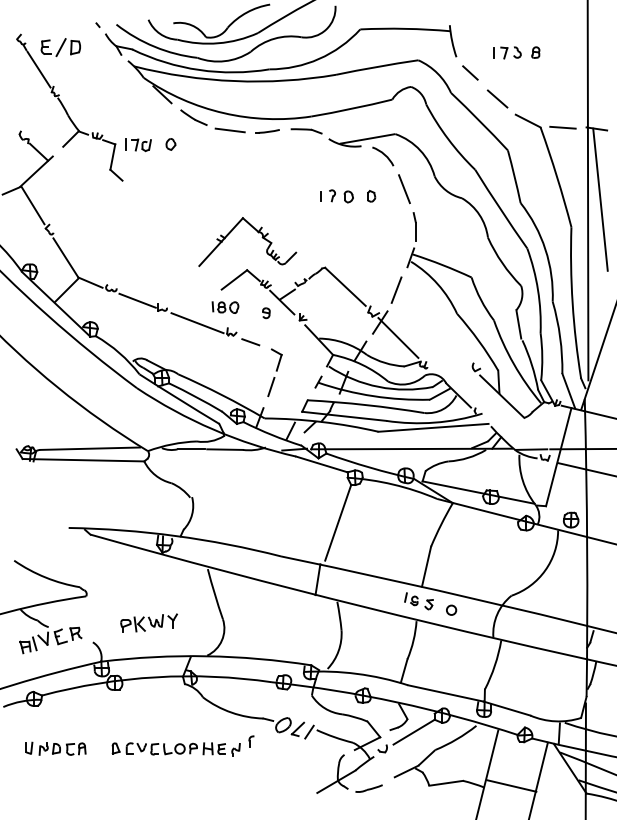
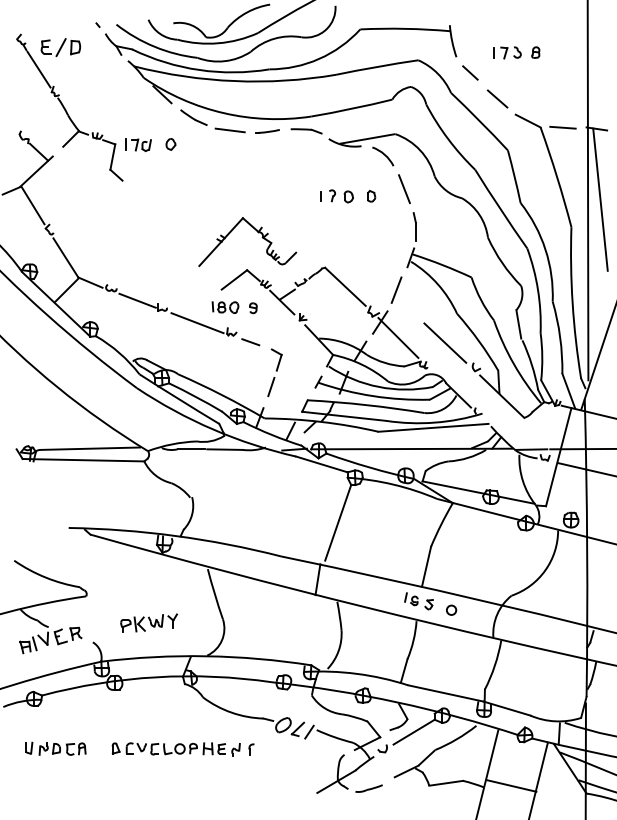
part at (266, 313) position: (266, 313) -> (253, 308)
line at (445, 342): none -> present
part at (251, 741) position: (251, 741) -> (251, 749)
